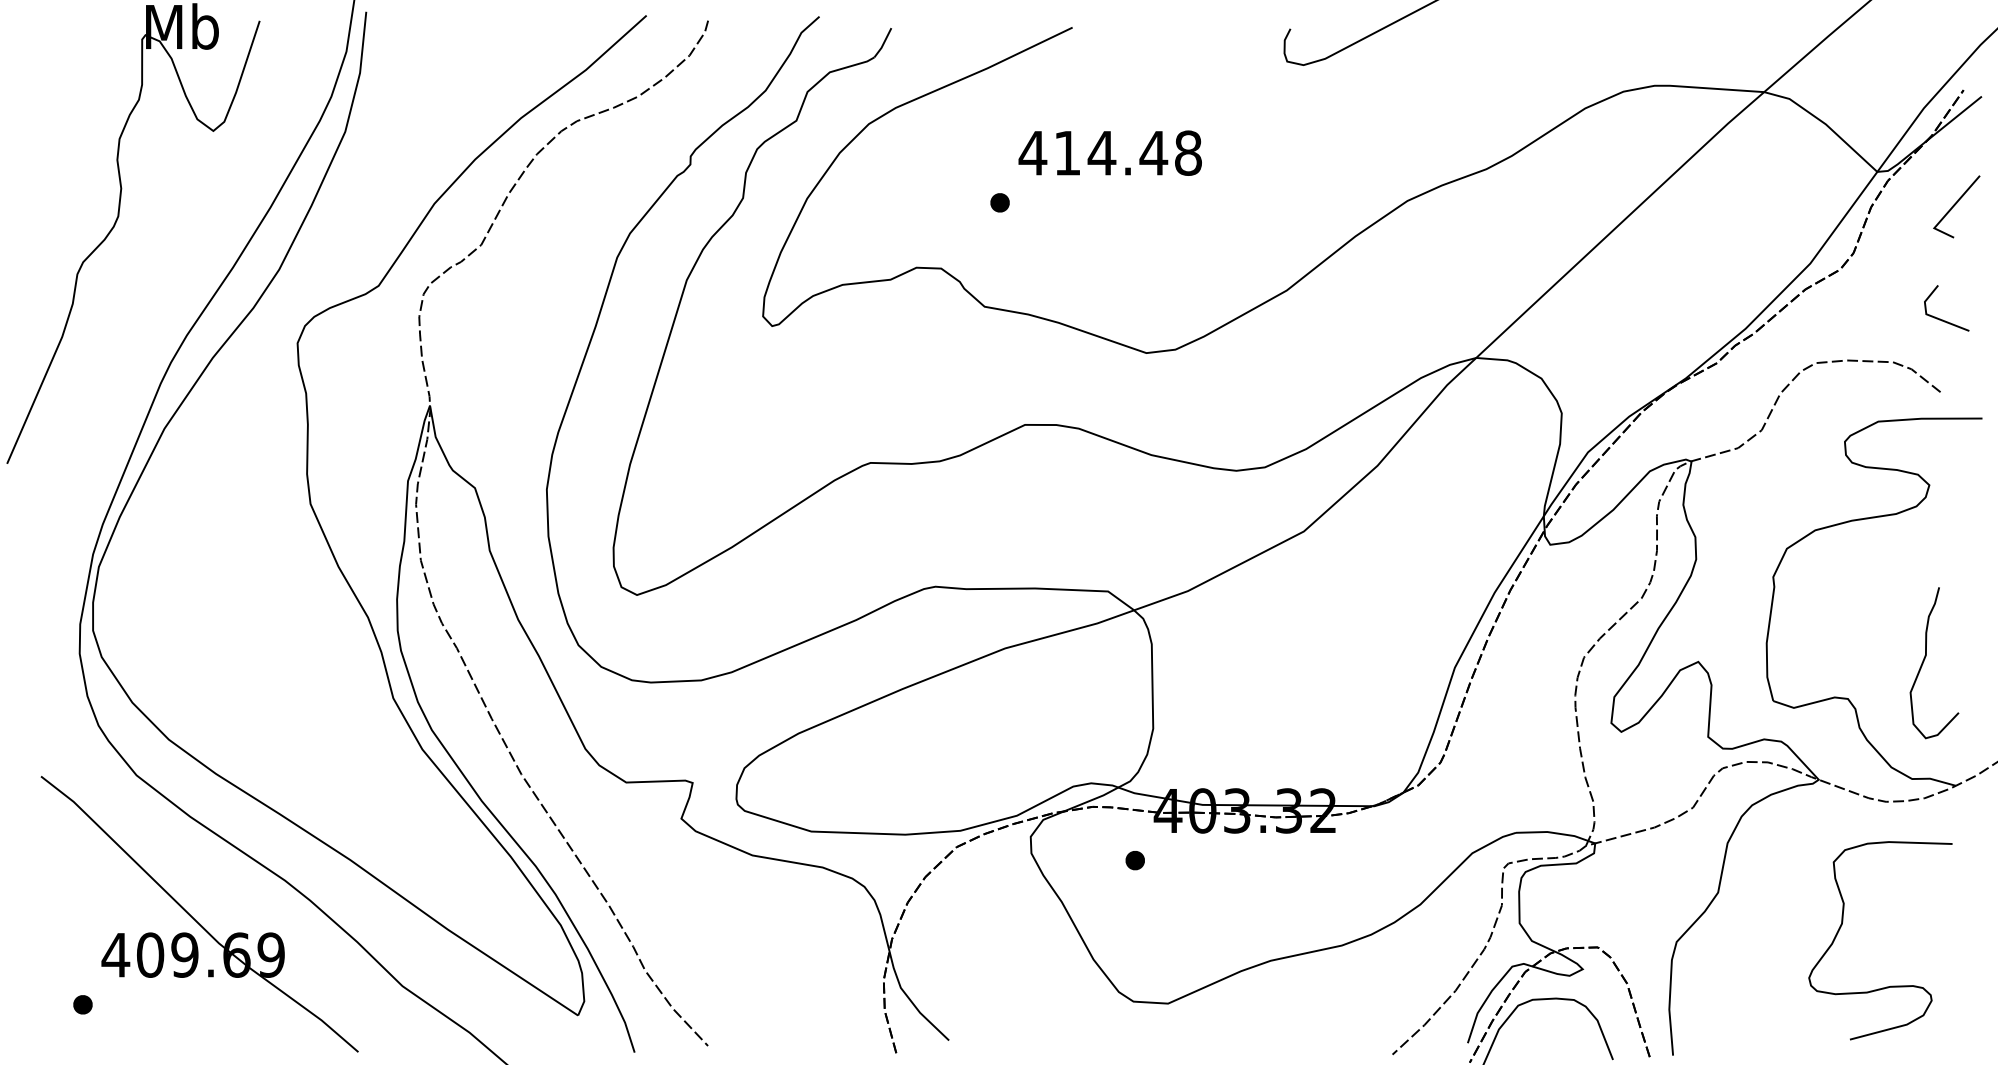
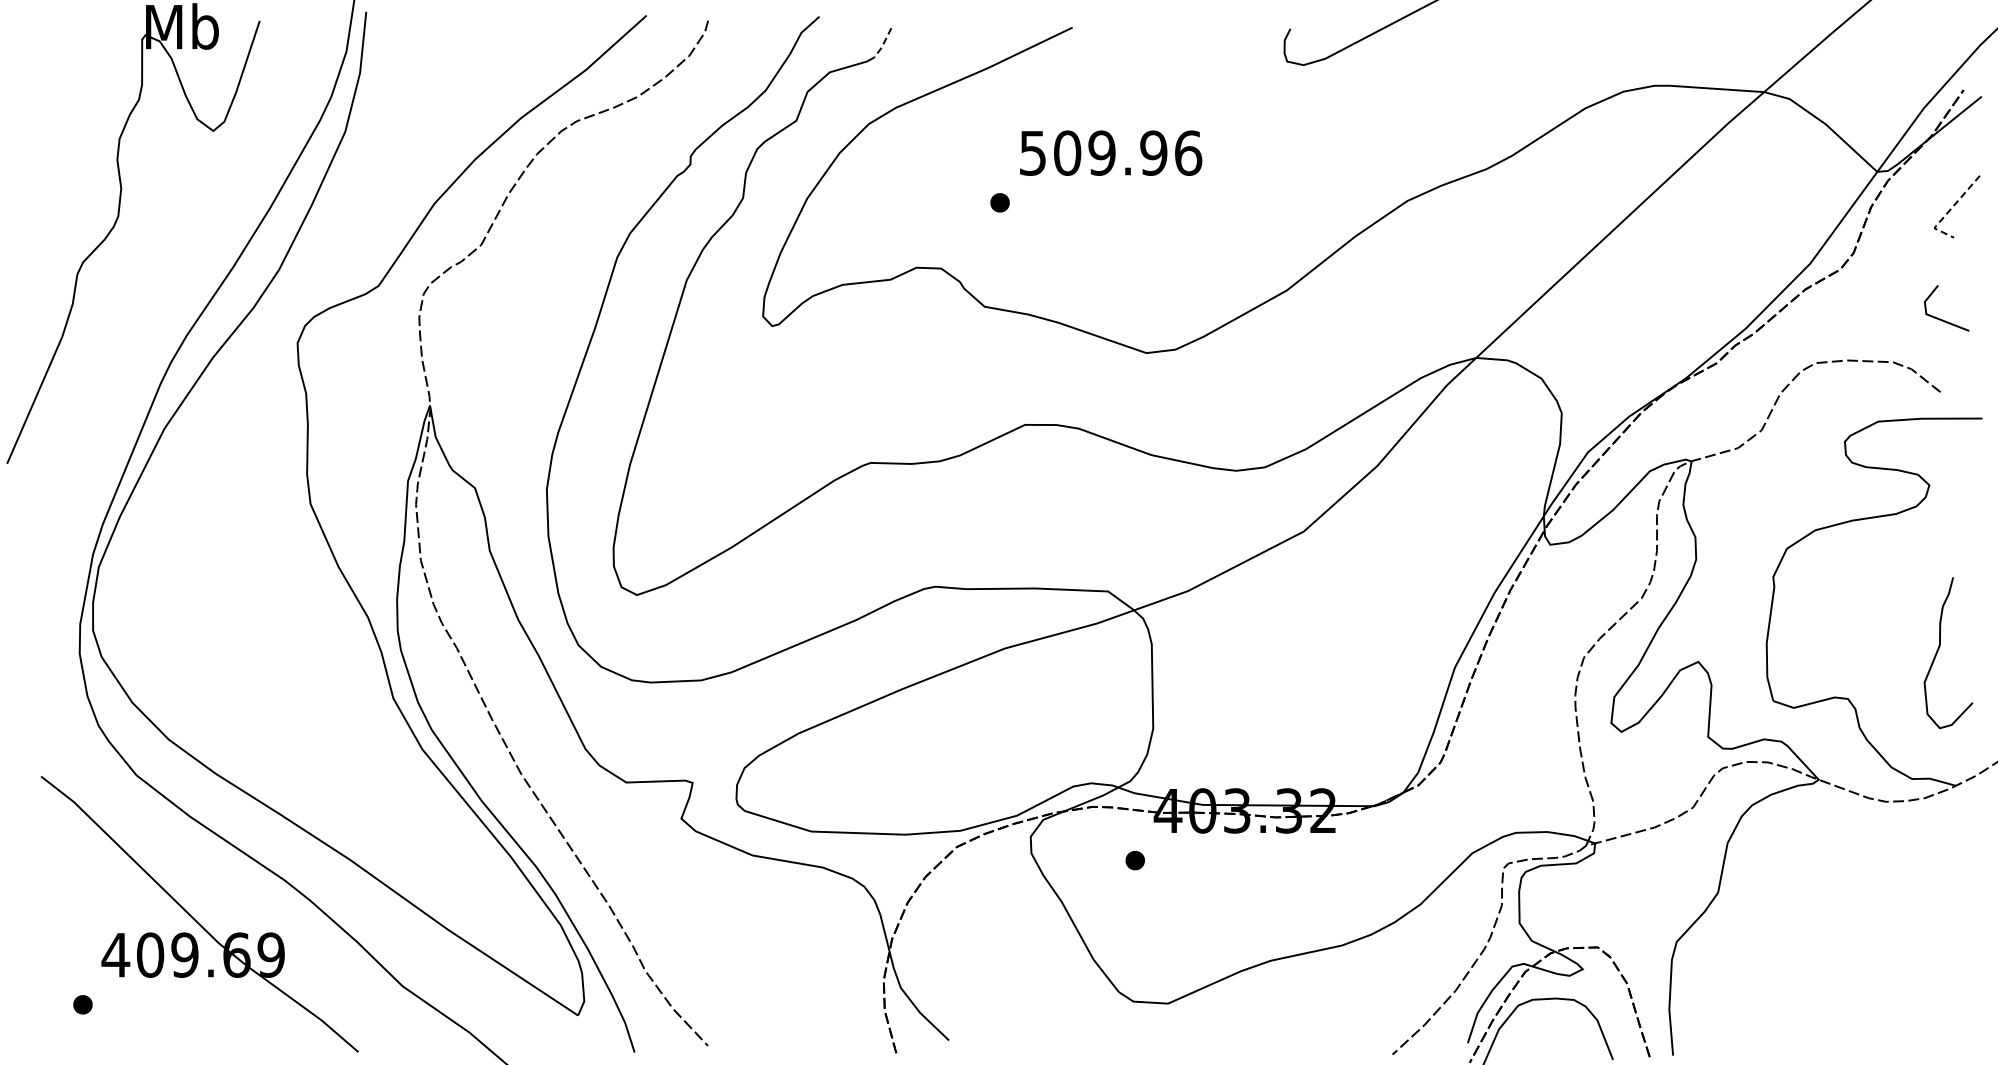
line at (883, 43): solid -> dashed
text at (1110, 152): 414.48 -> 509.96
line at (1949, 211): solid -> dashed
curve at (1925, 659) position: (1925, 659) -> (1939, 649)
curve at (1842, 925): present -> none
